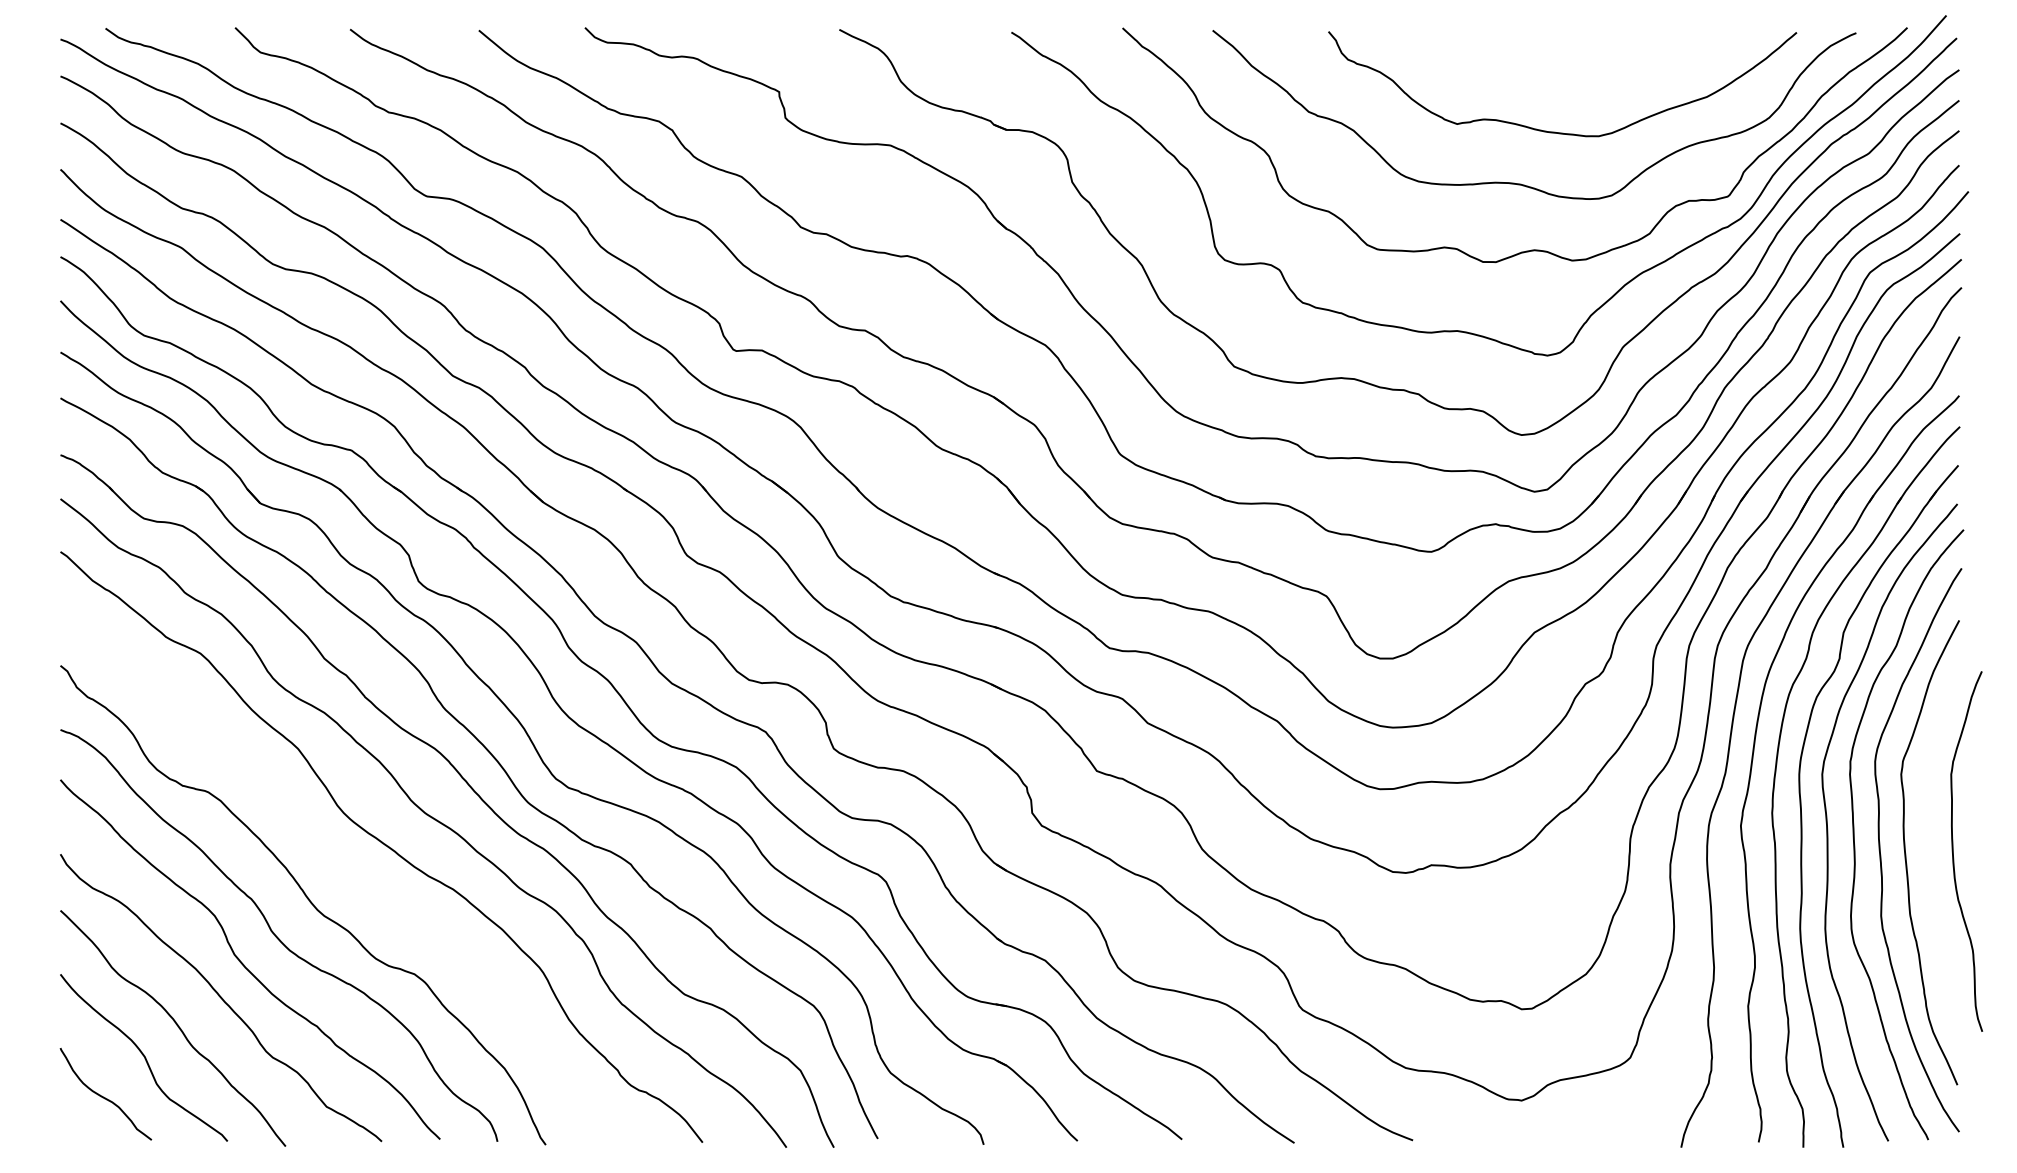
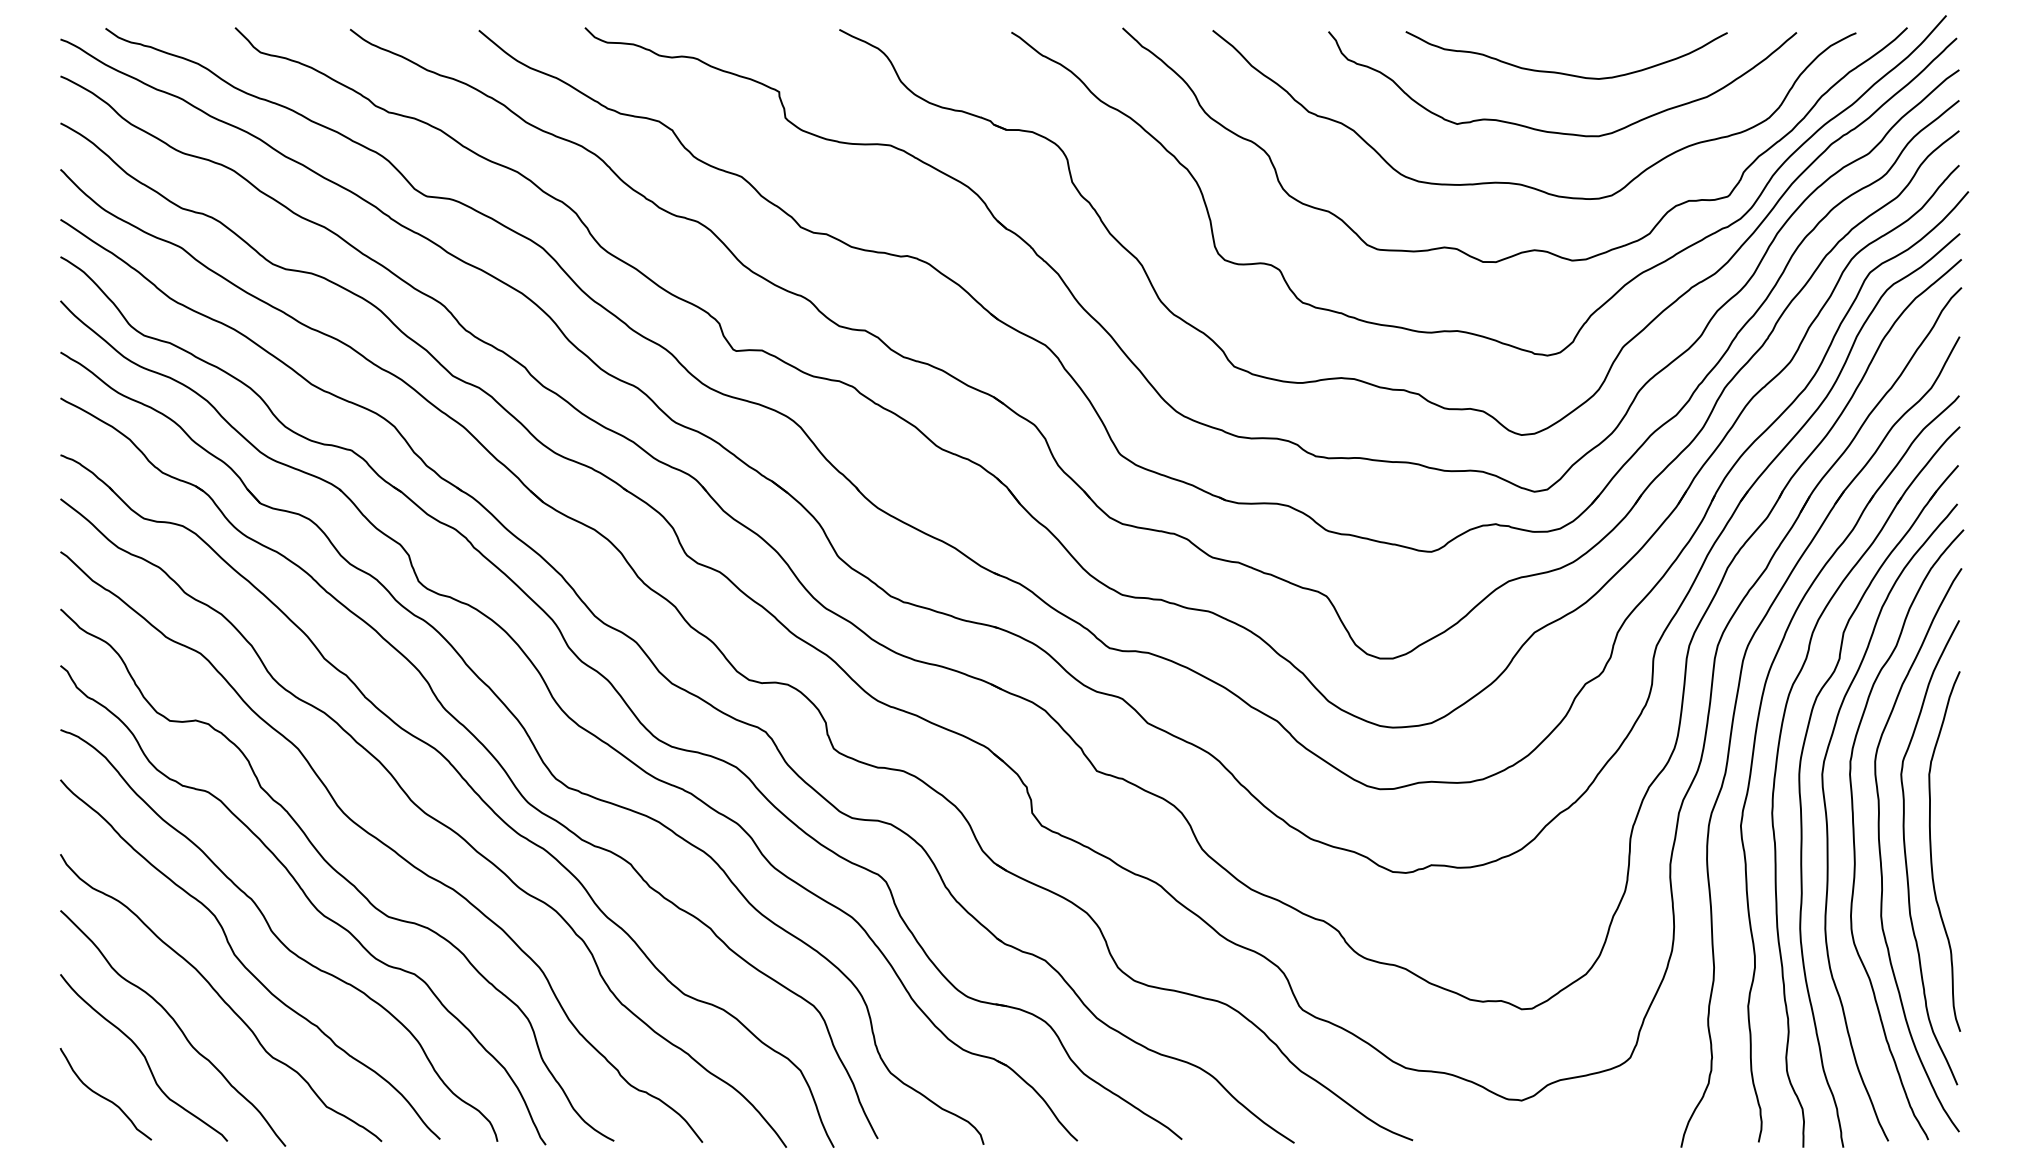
curve at (1562, 72): none -> present
curve at (1953, 851) position: (1953, 851) -> (1931, 851)
curve at (337, 873): none -> present
